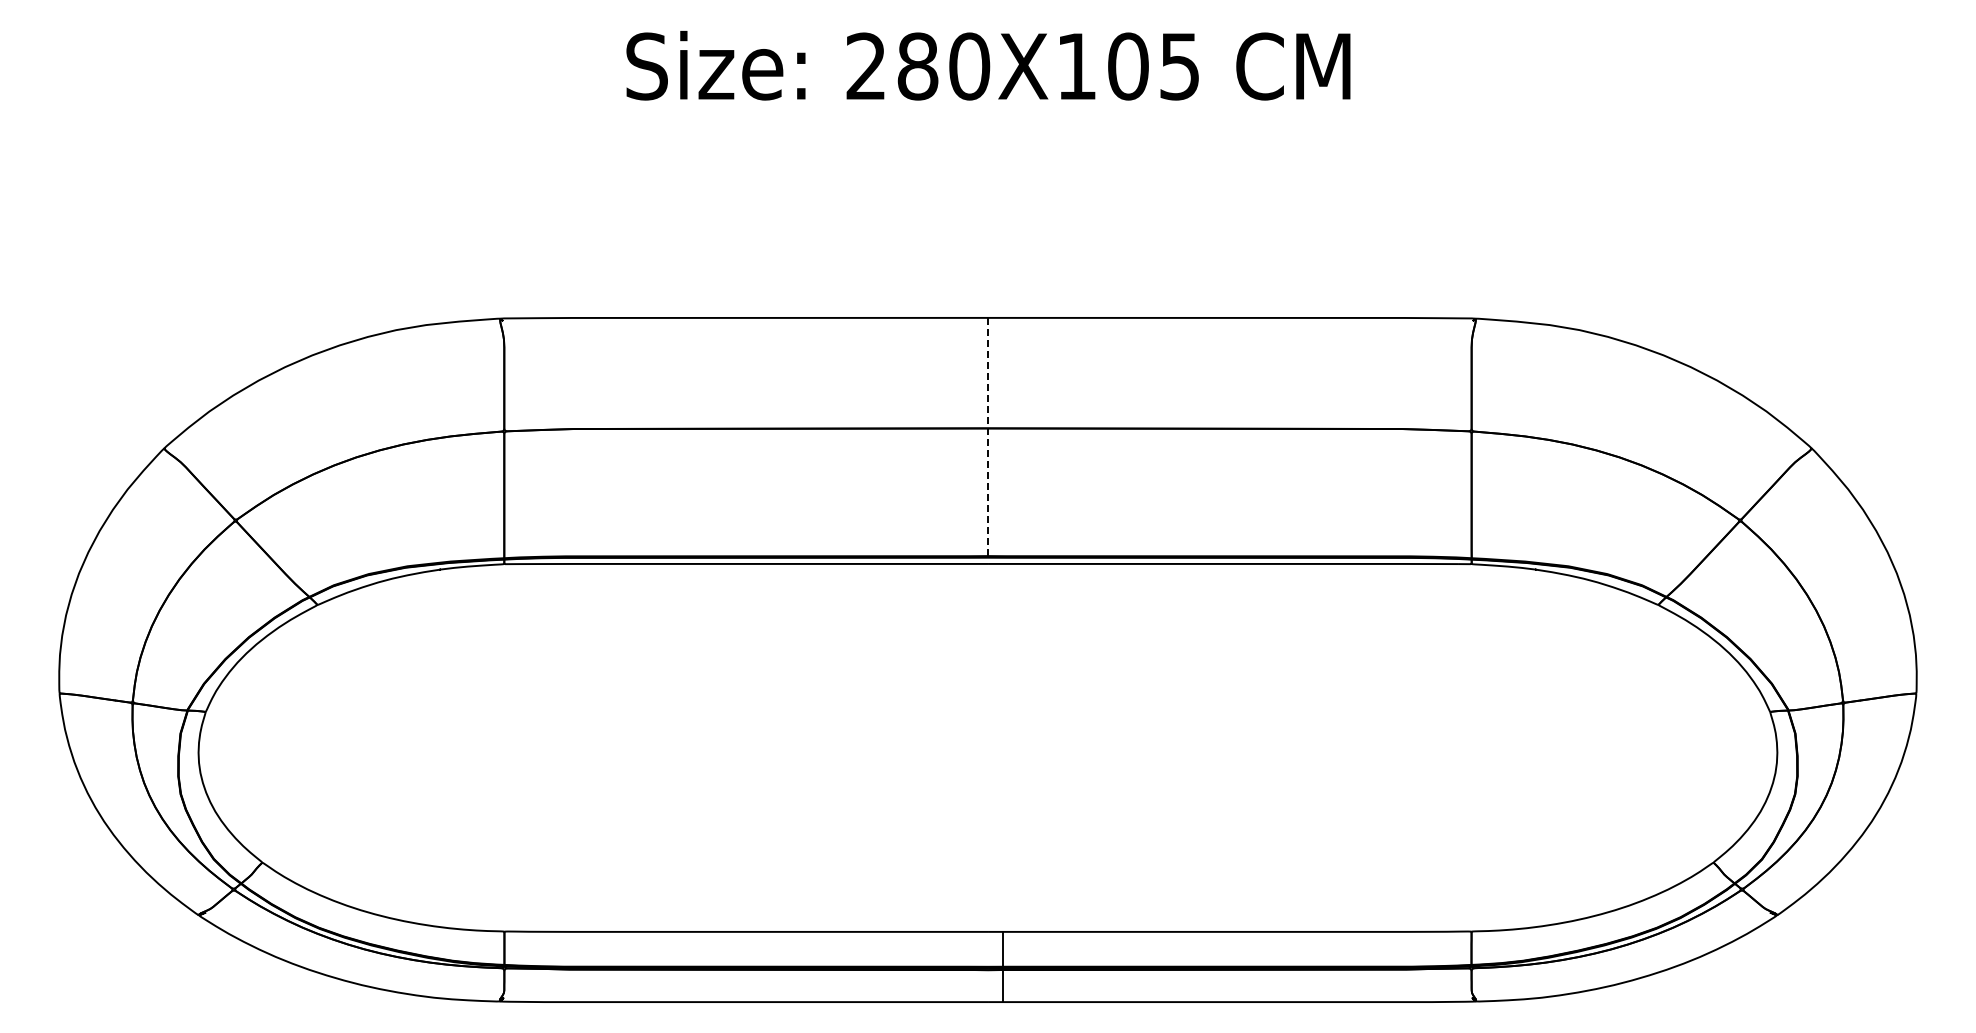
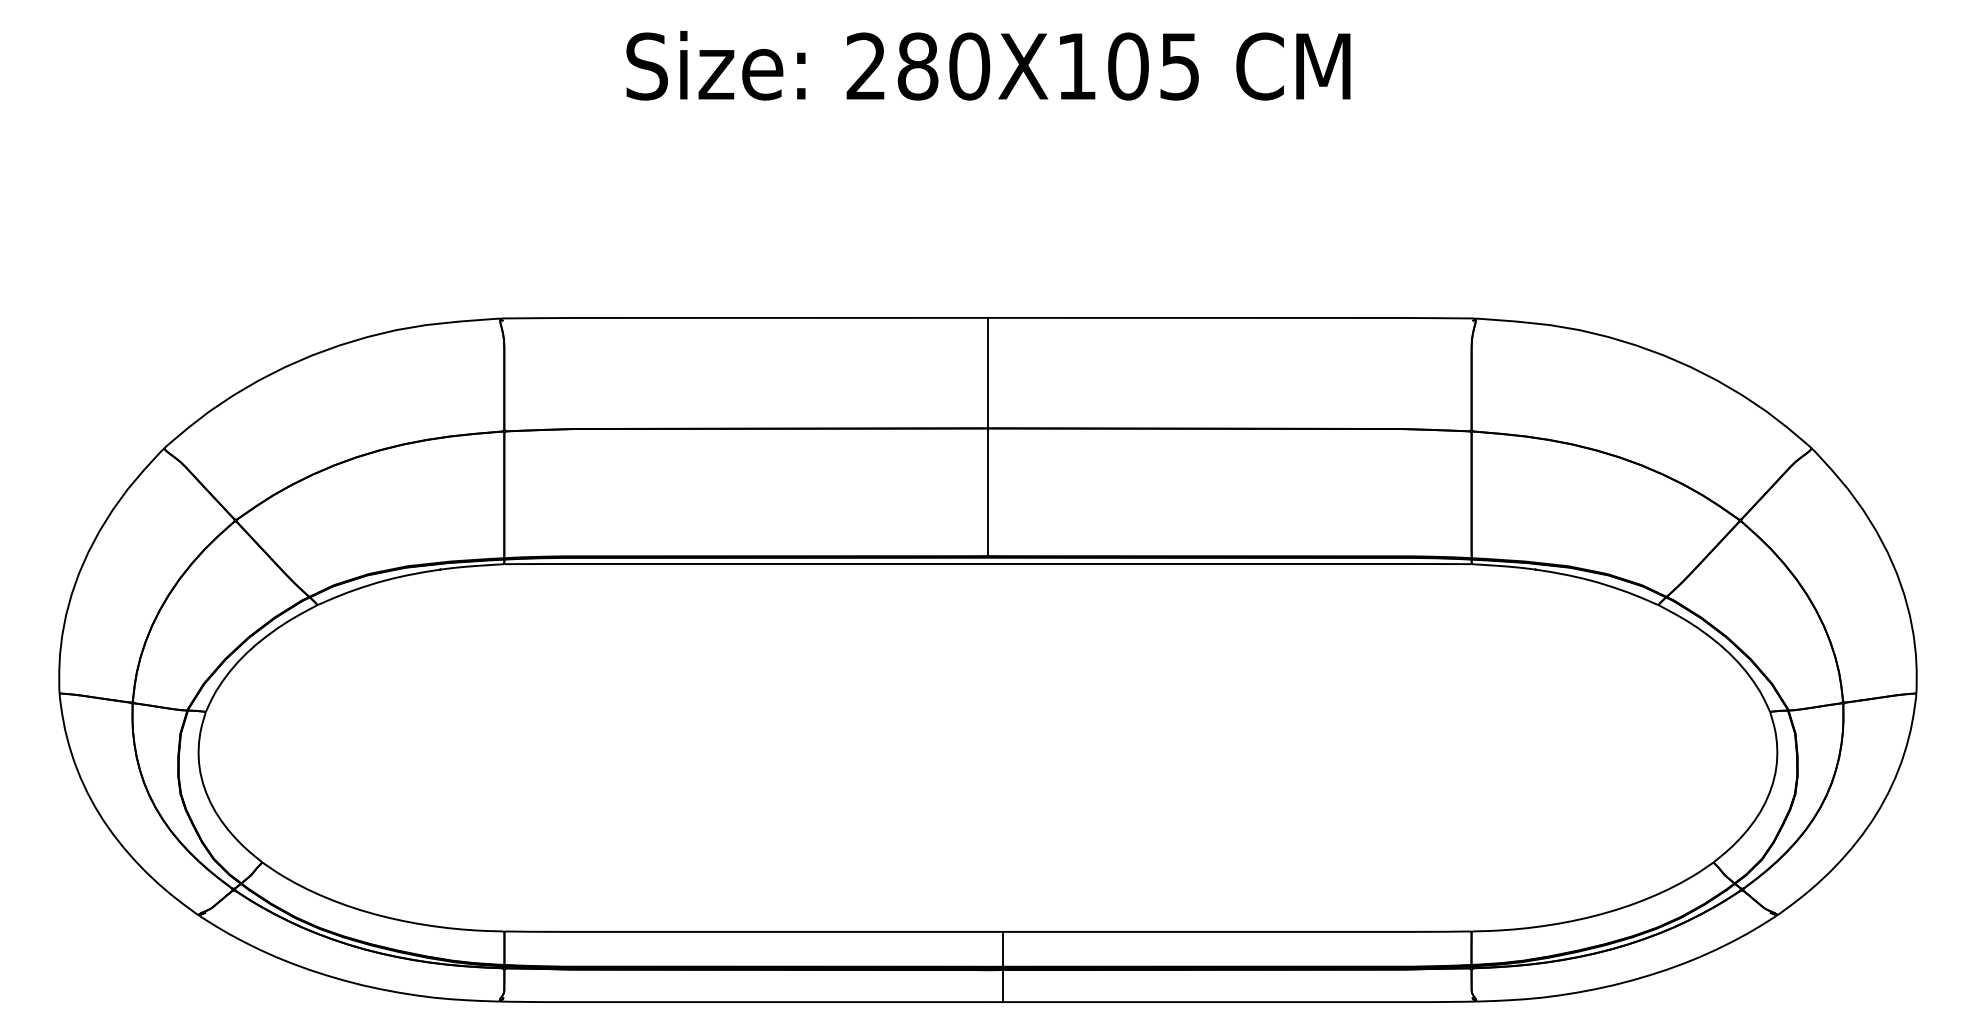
line at (988, 437): dashed -> solid
